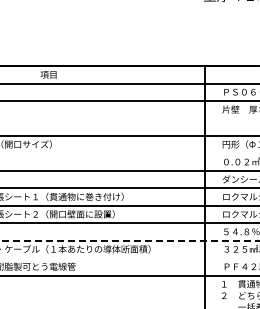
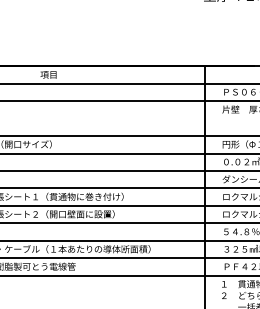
line at (129, 153): none -> present
line at (130, 240): dashed -> solid
line at (129, 258): none -> present
